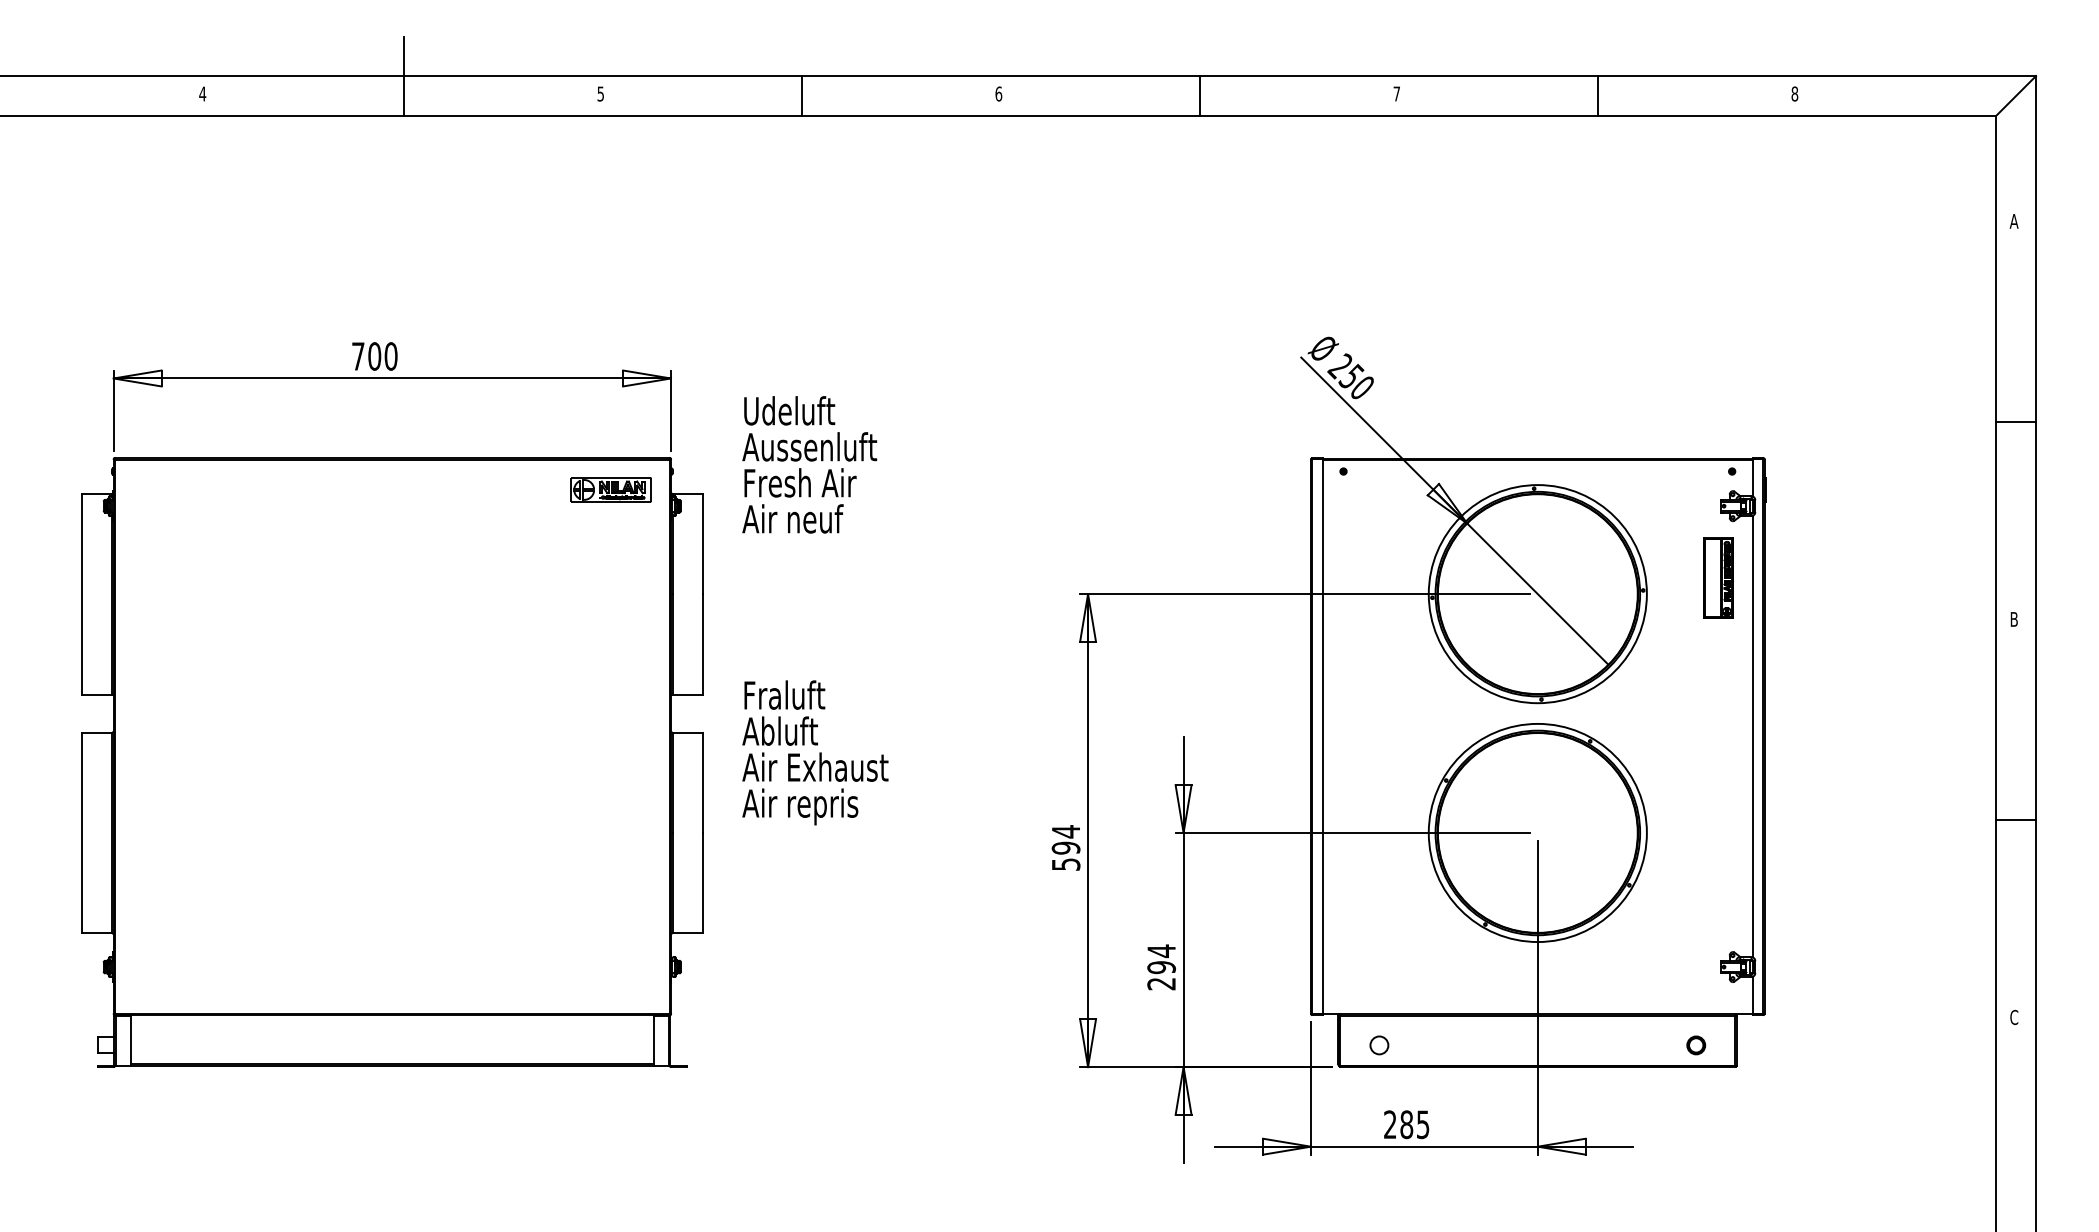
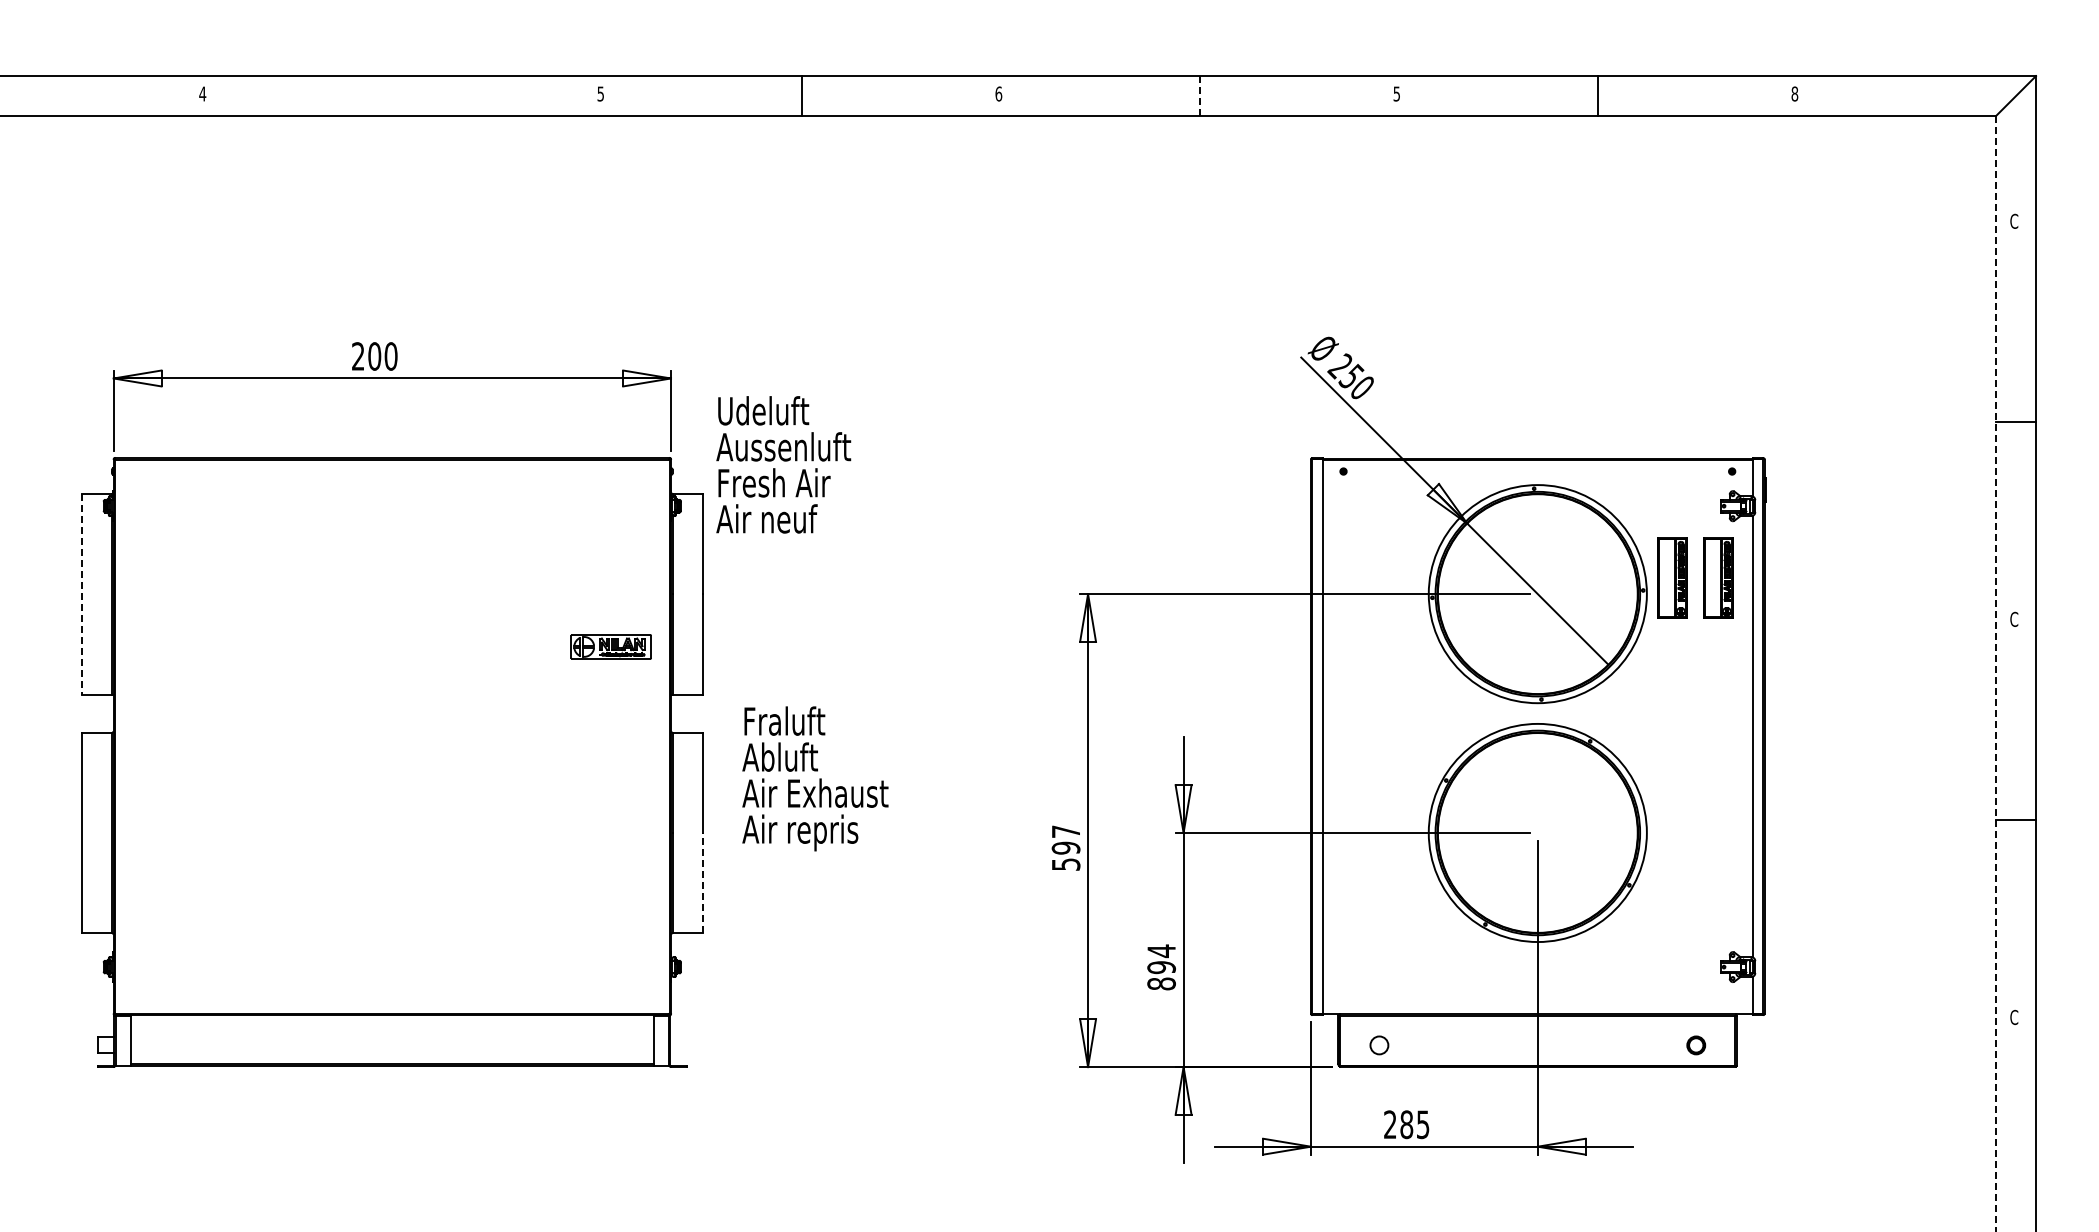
line at (404, 76): present -> none
text at (1396, 93): 7 -> 5
line at (1200, 95): solid -> dashed
text at (2013, 220): A -> C
text at (358, 356): 700 -> 200
text at (809, 464) position: (809, 464) -> (783, 464)
part at (610, 489) position: (610, 489) -> (610, 646)
part at (1672, 577): none -> present
line at (81, 594): solid -> dashed
text at (2014, 618): B -> C
line at (1996, 673): solid -> dashed
text at (815, 752) position: (815, 752) -> (815, 778)
text at (1065, 831): 594 -> 597
line at (702, 882): solid -> dashed
text at (1161, 983): 294 -> 894
